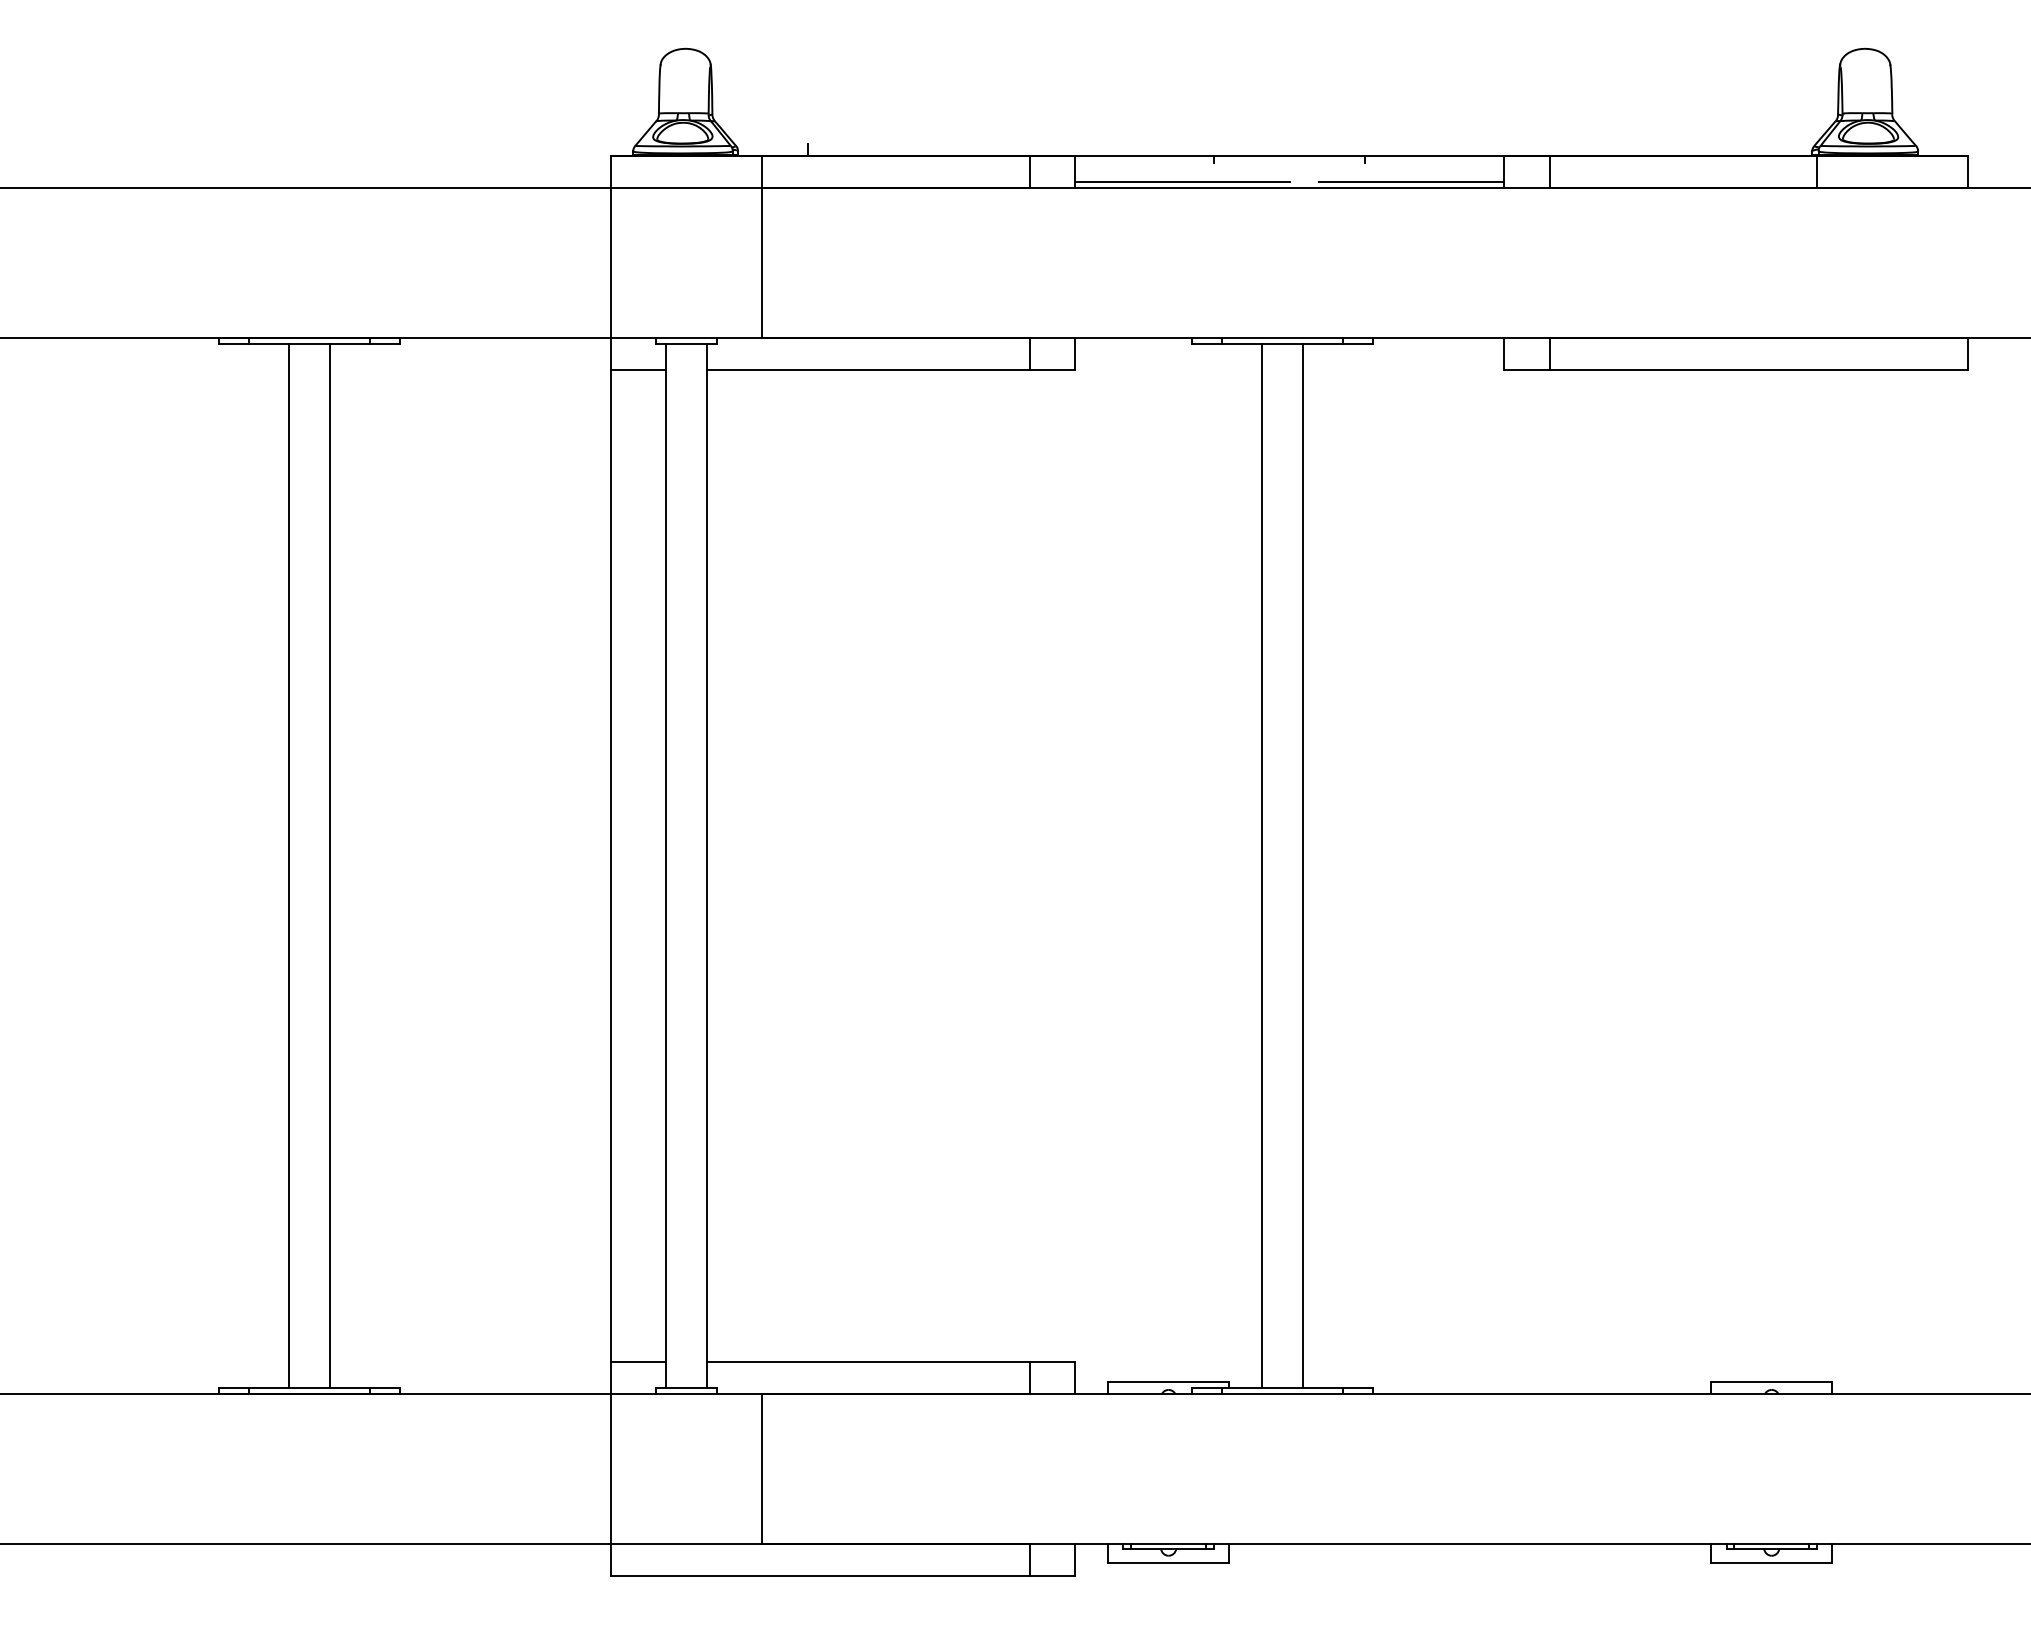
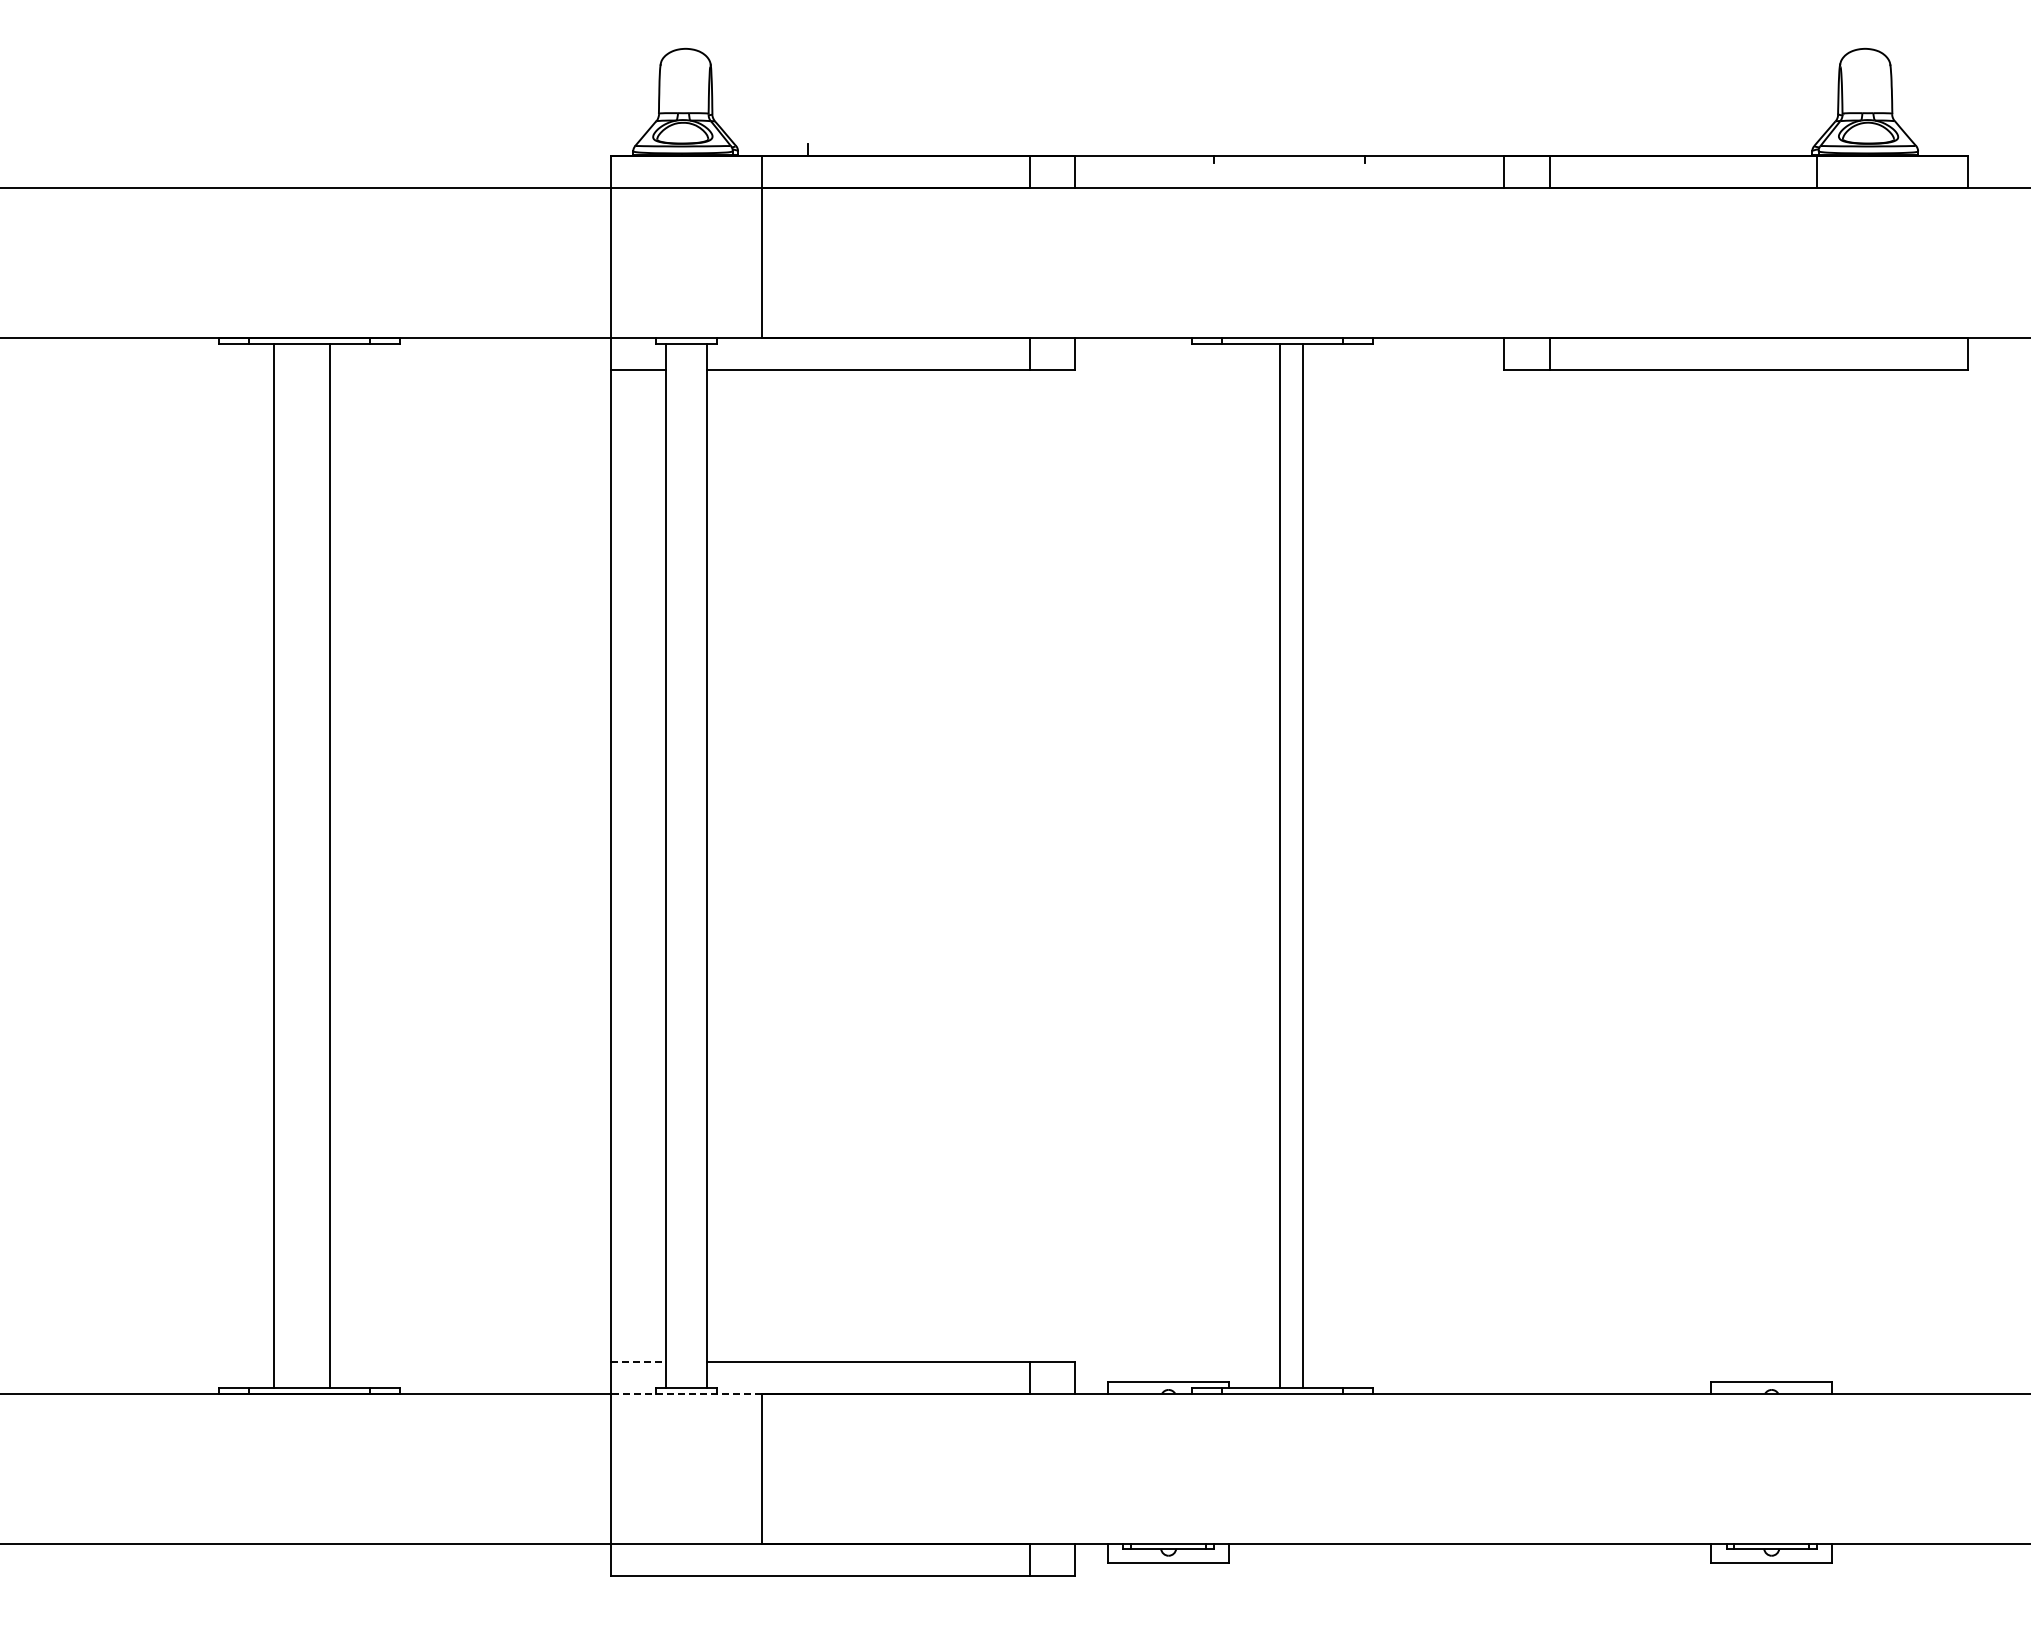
line at (1181, 181): present -> none
line at (1411, 181): present -> none
line at (289, 865) position: (289, 865) -> (274, 865)
line at (1261, 865) position: (1261, 865) -> (1279, 865)
line at (638, 1362): solid -> dashed
line at (686, 1393): solid -> dashed
